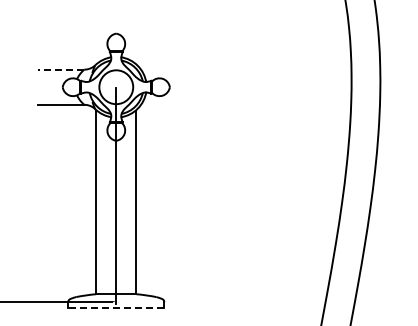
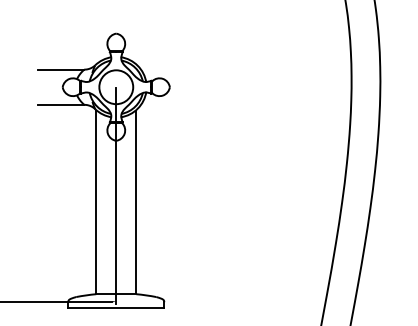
line at (60, 69): dashed -> solid
line at (116, 307): dashed -> solid
